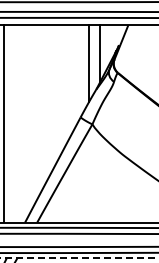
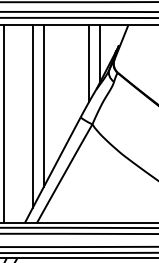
line at (43, 105): none -> present
line at (32, 116): none -> present
line at (79, 258): dashed -> solid
